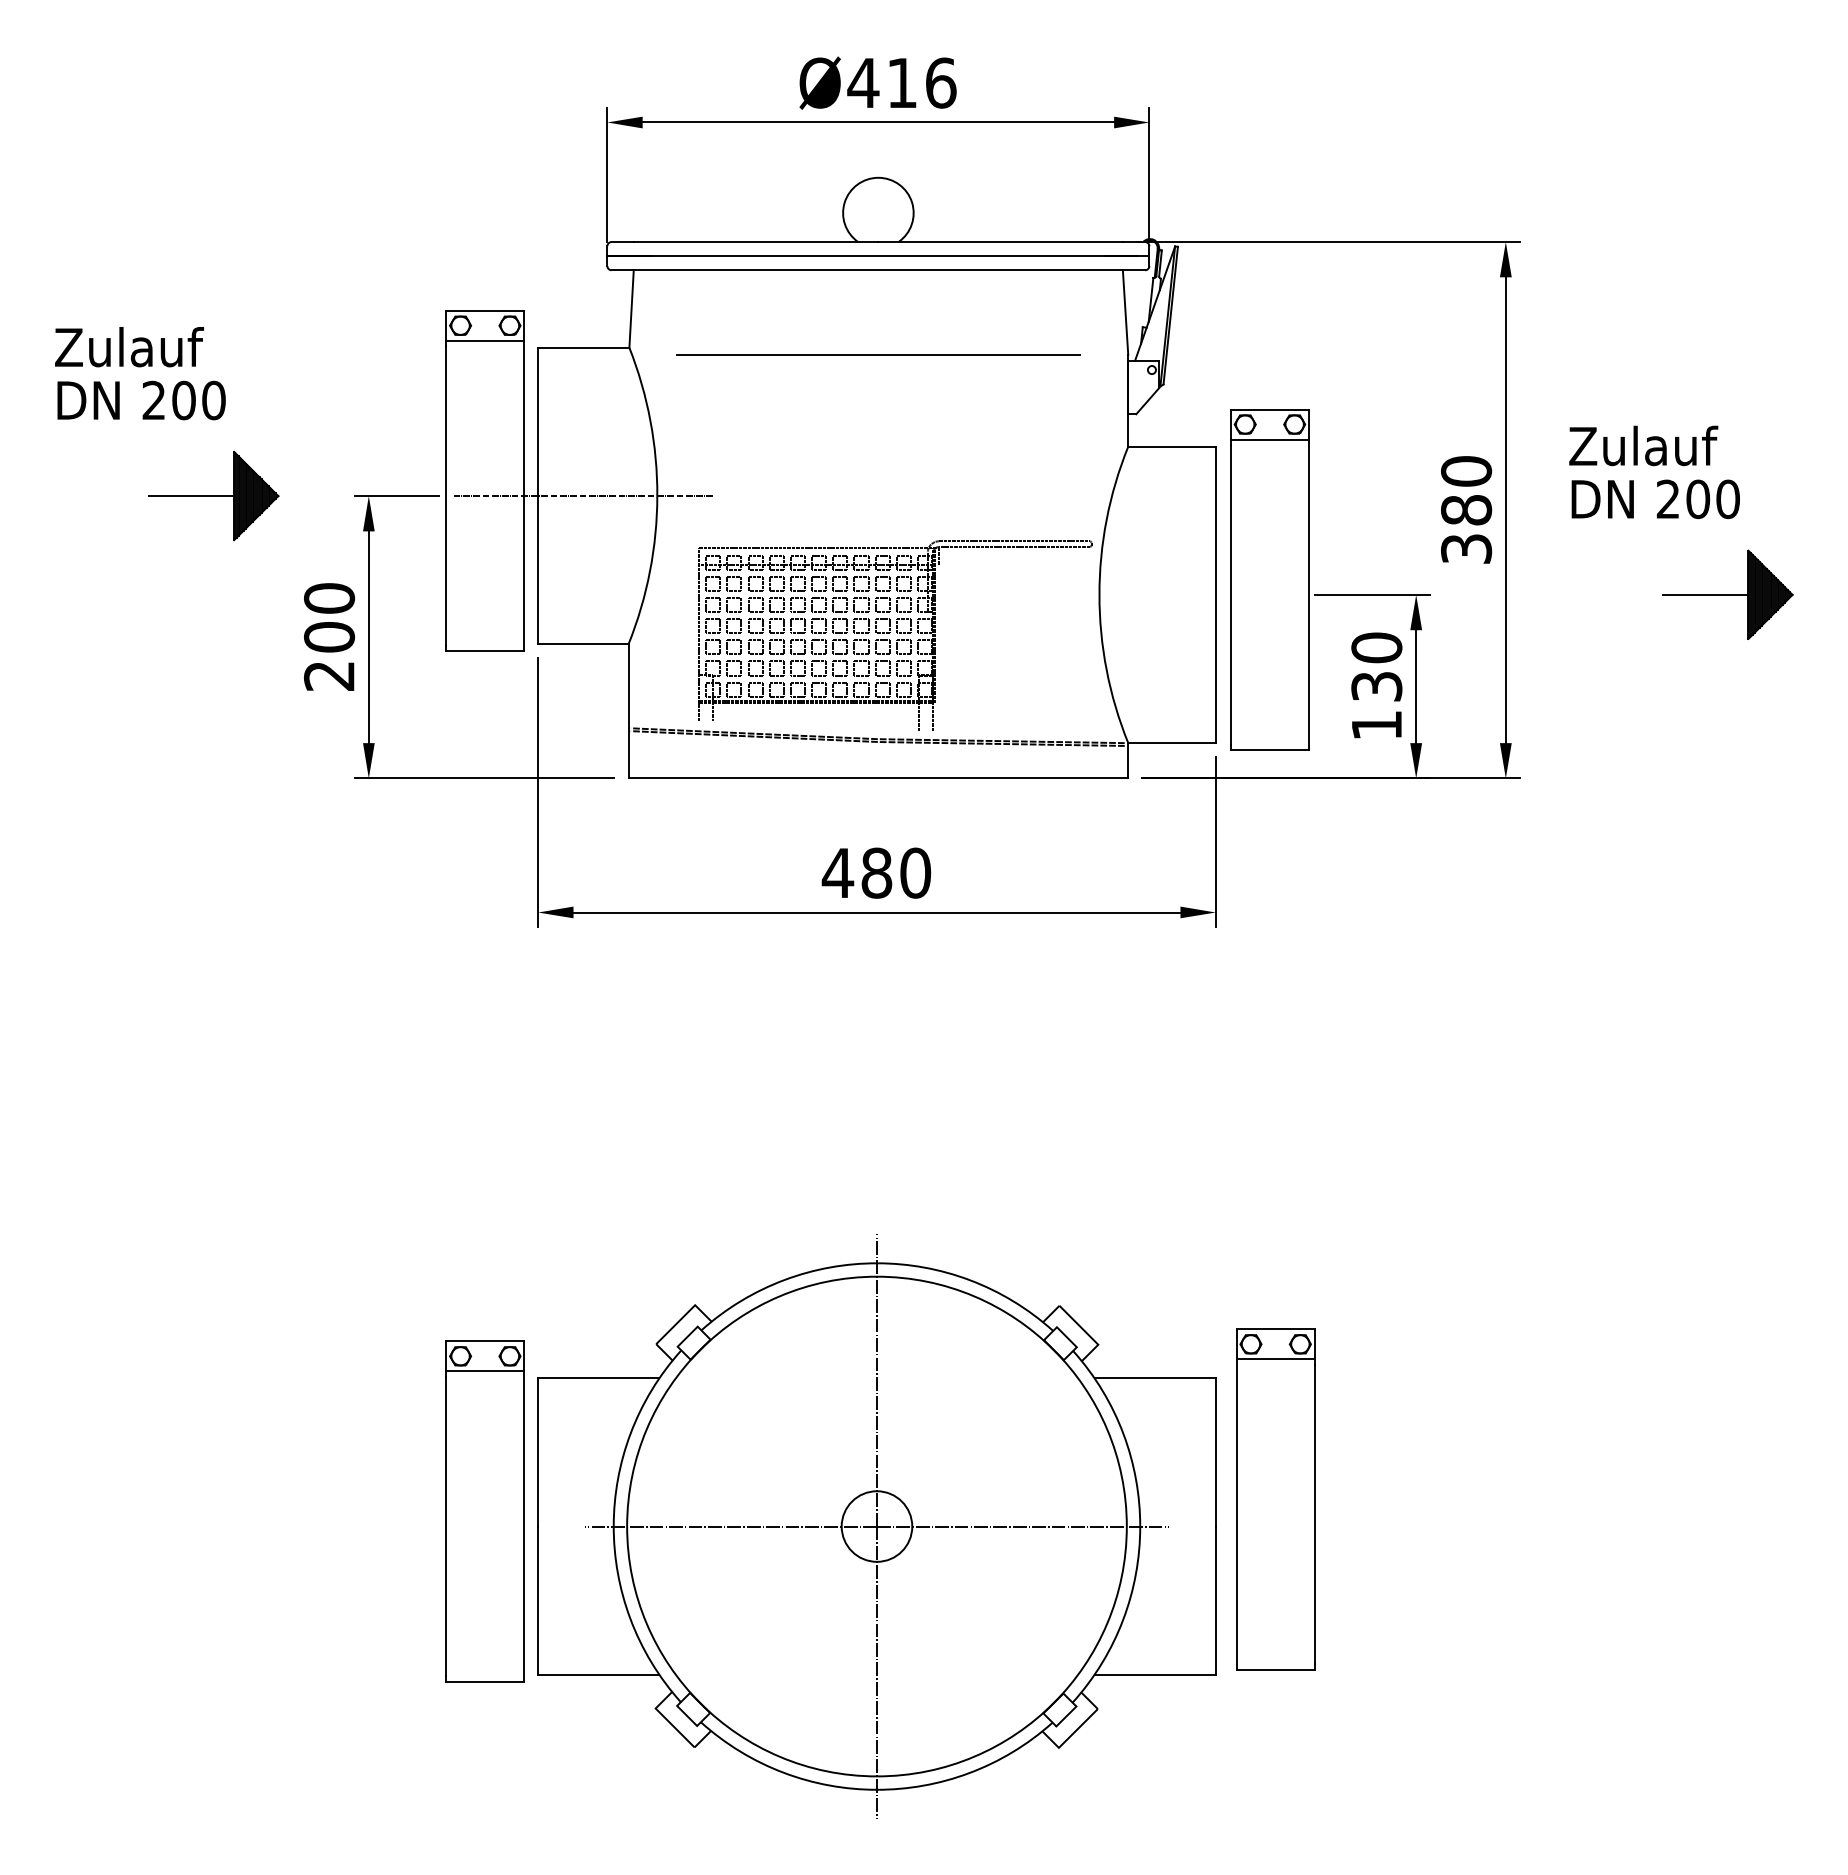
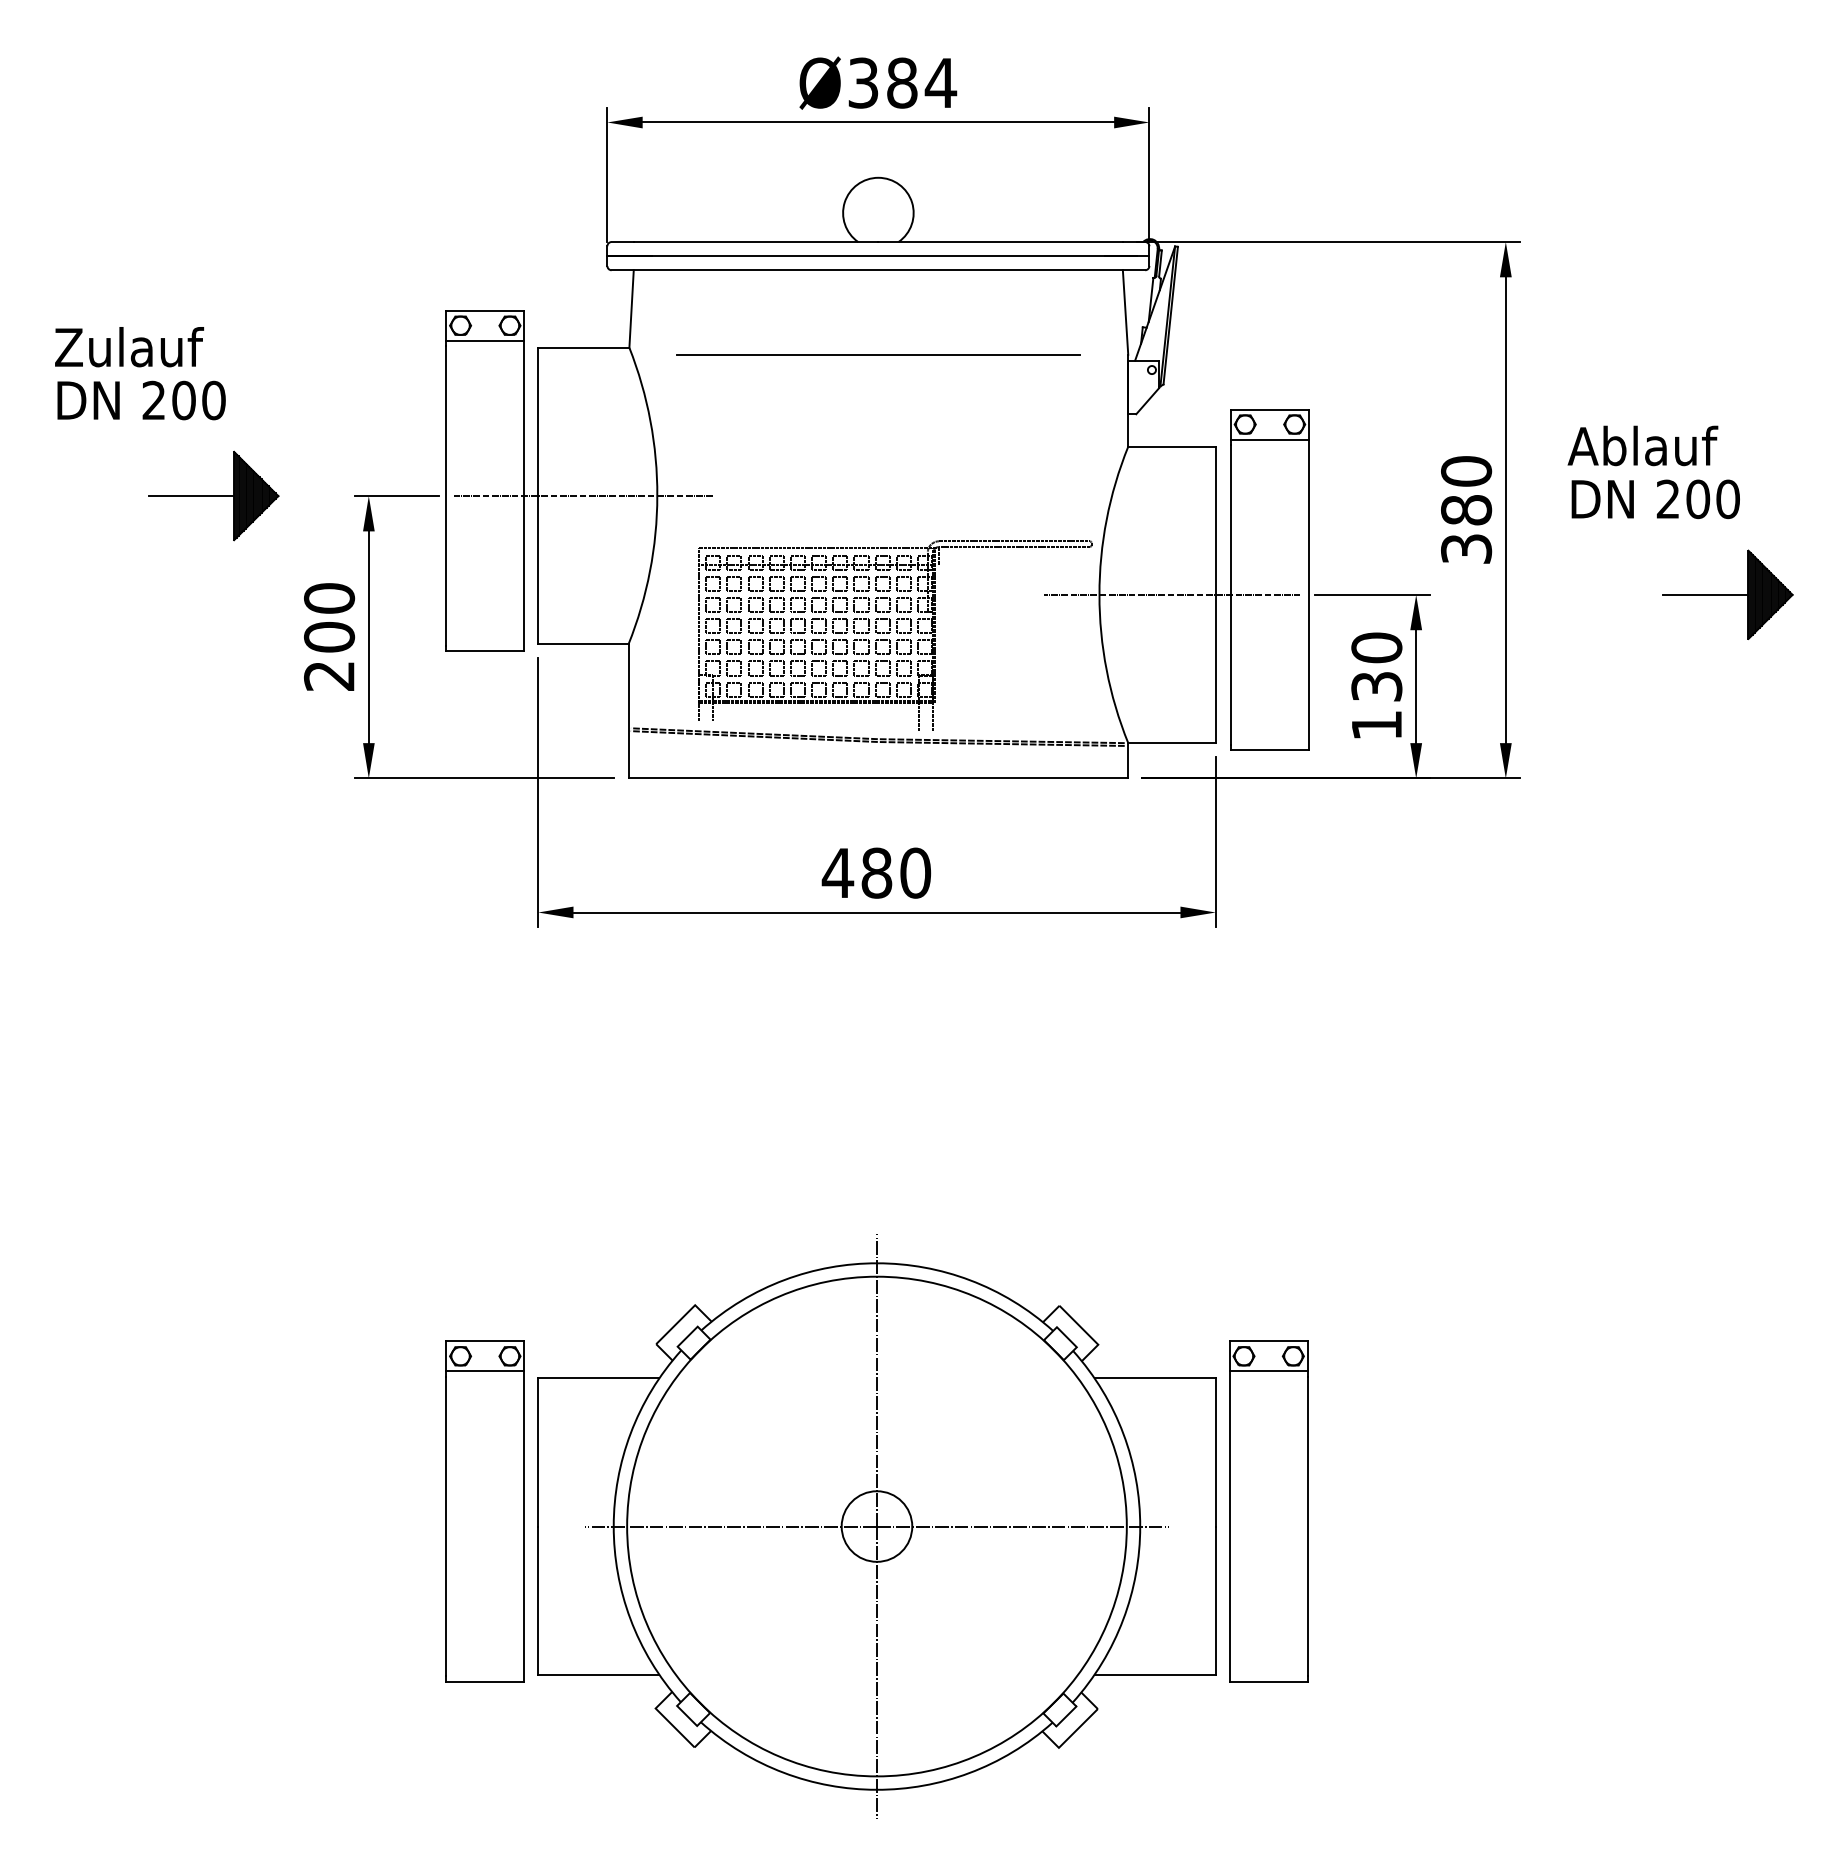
text at (902, 82): Ø416 -> Ø384
text at (1596, 445): Zulauf -> Ablauf
line at (1171, 594): none -> present
part at (1275, 1499) position: (1275, 1499) -> (1268, 1511)
